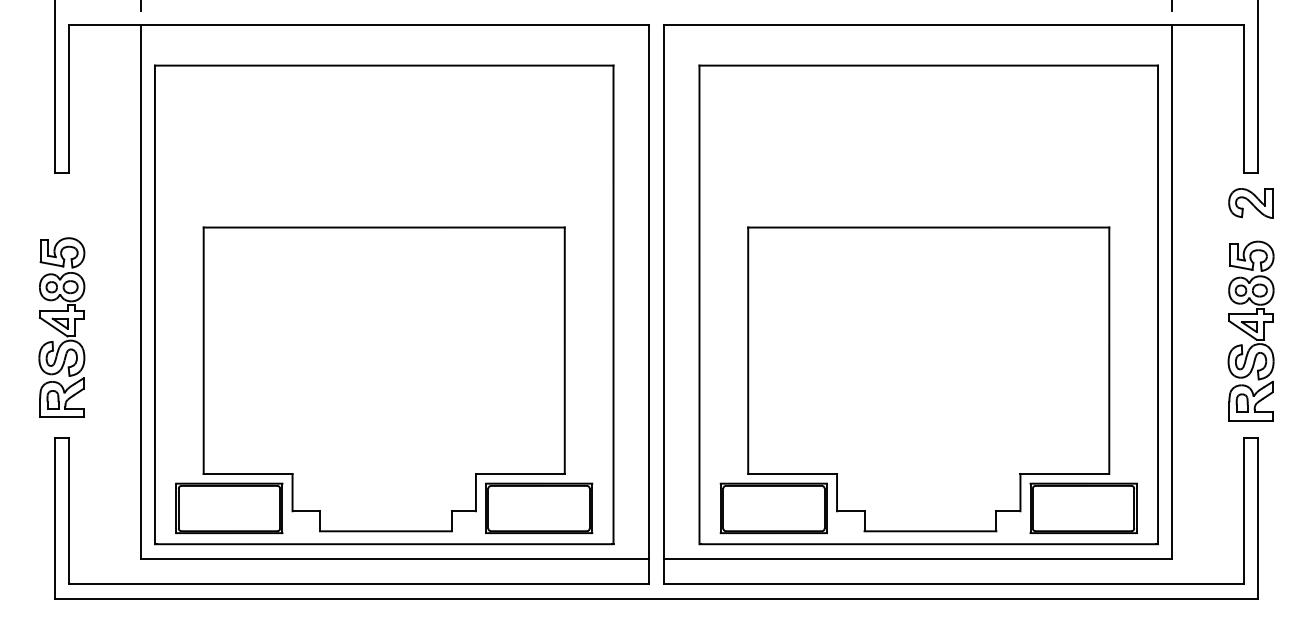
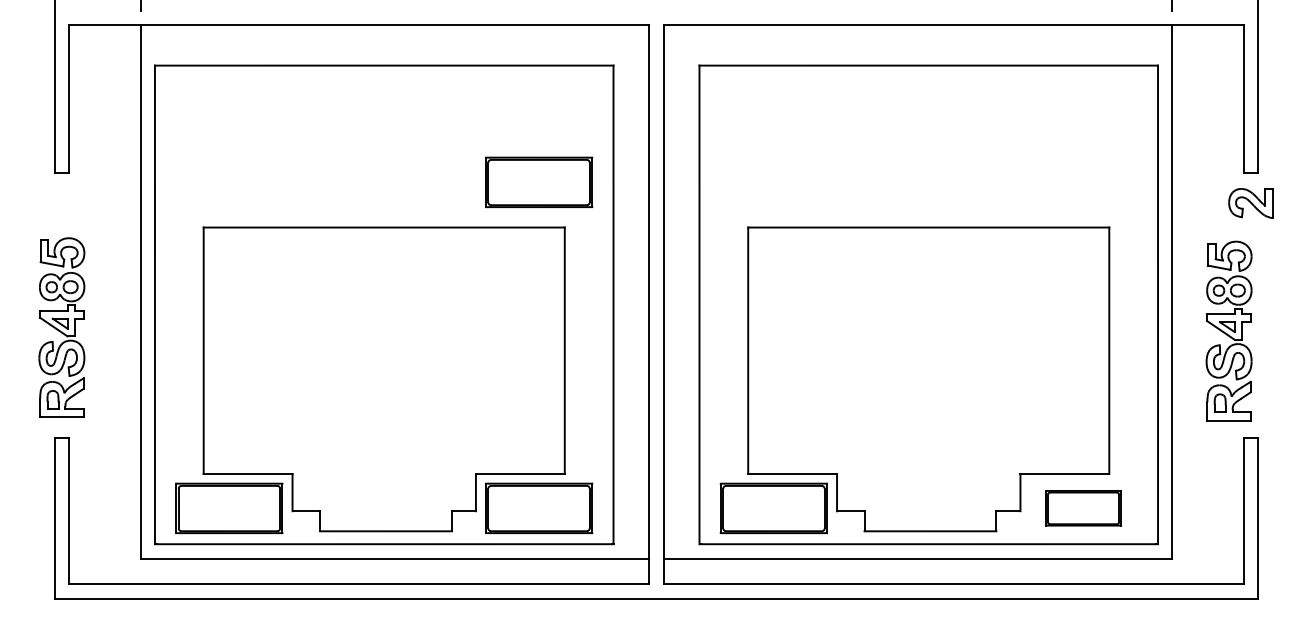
part at (539, 181): none -> present
part at (1250, 330) position: (1250, 330) -> (1228, 330)
part at (1083, 507) size: 109x52 px -> 77x37 px
